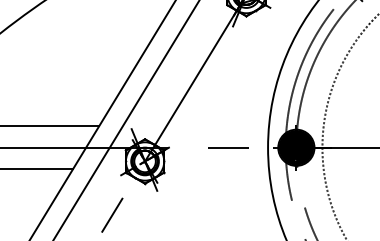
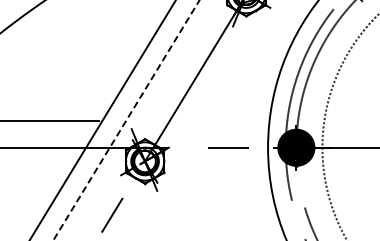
line at (126, 120): solid -> dashed
line at (50, 126) position: (50, 126) -> (50, 121)
line at (37, 169): present -> none
